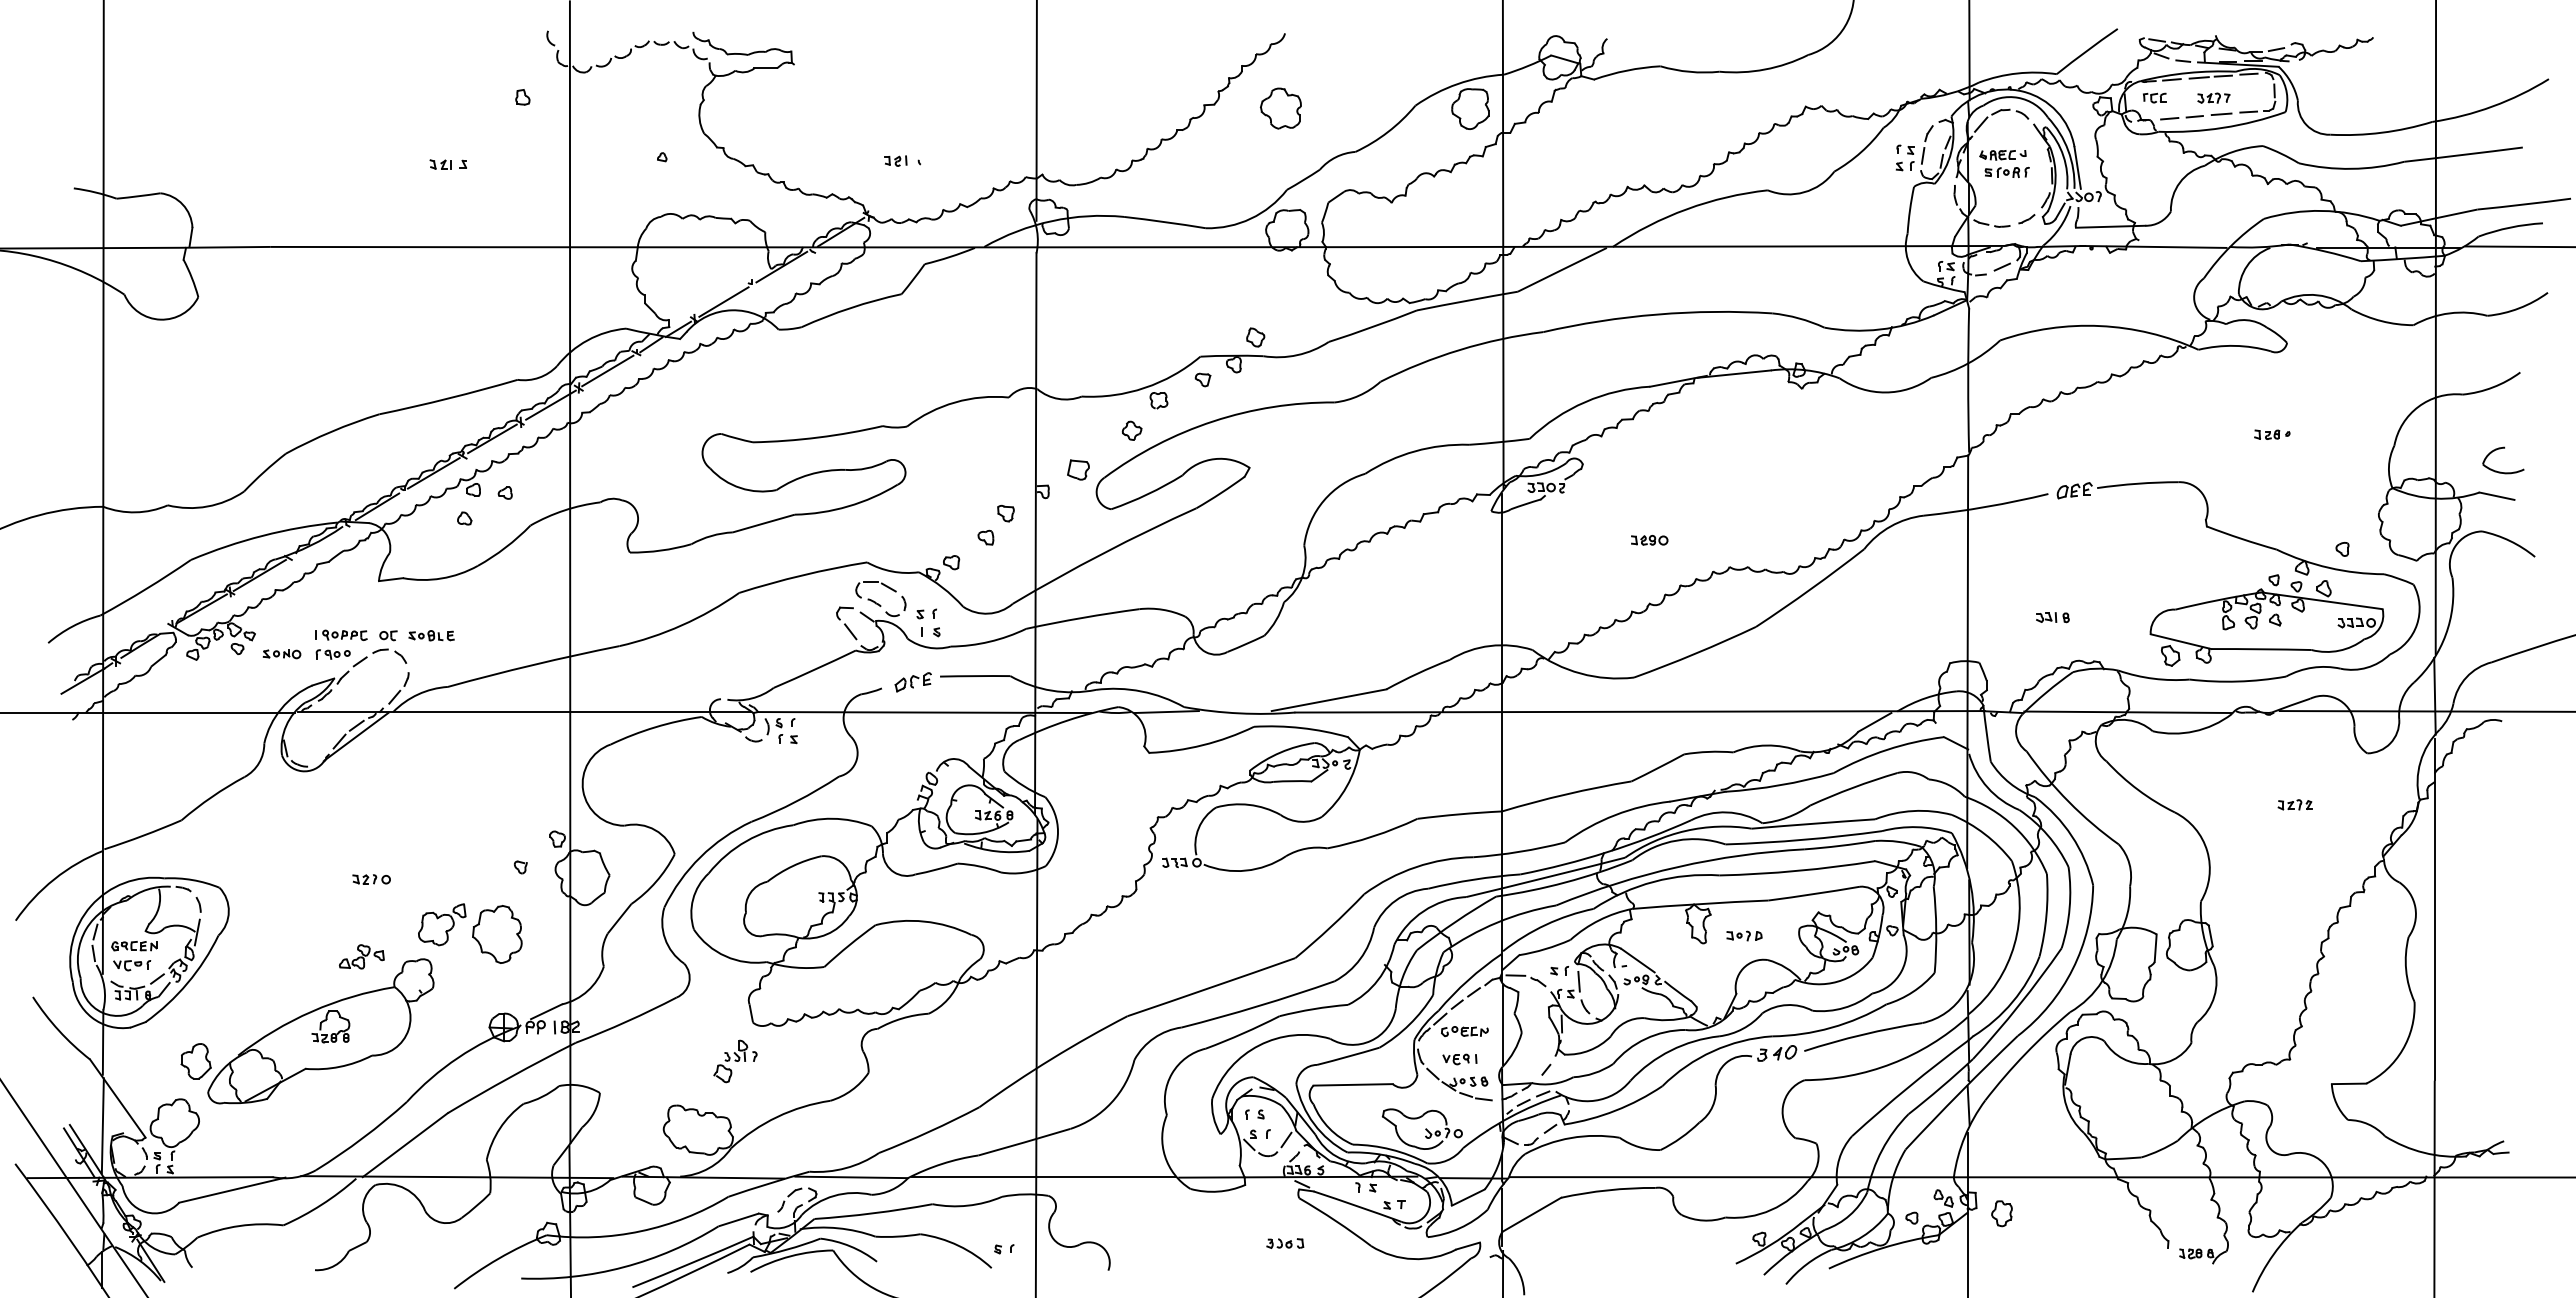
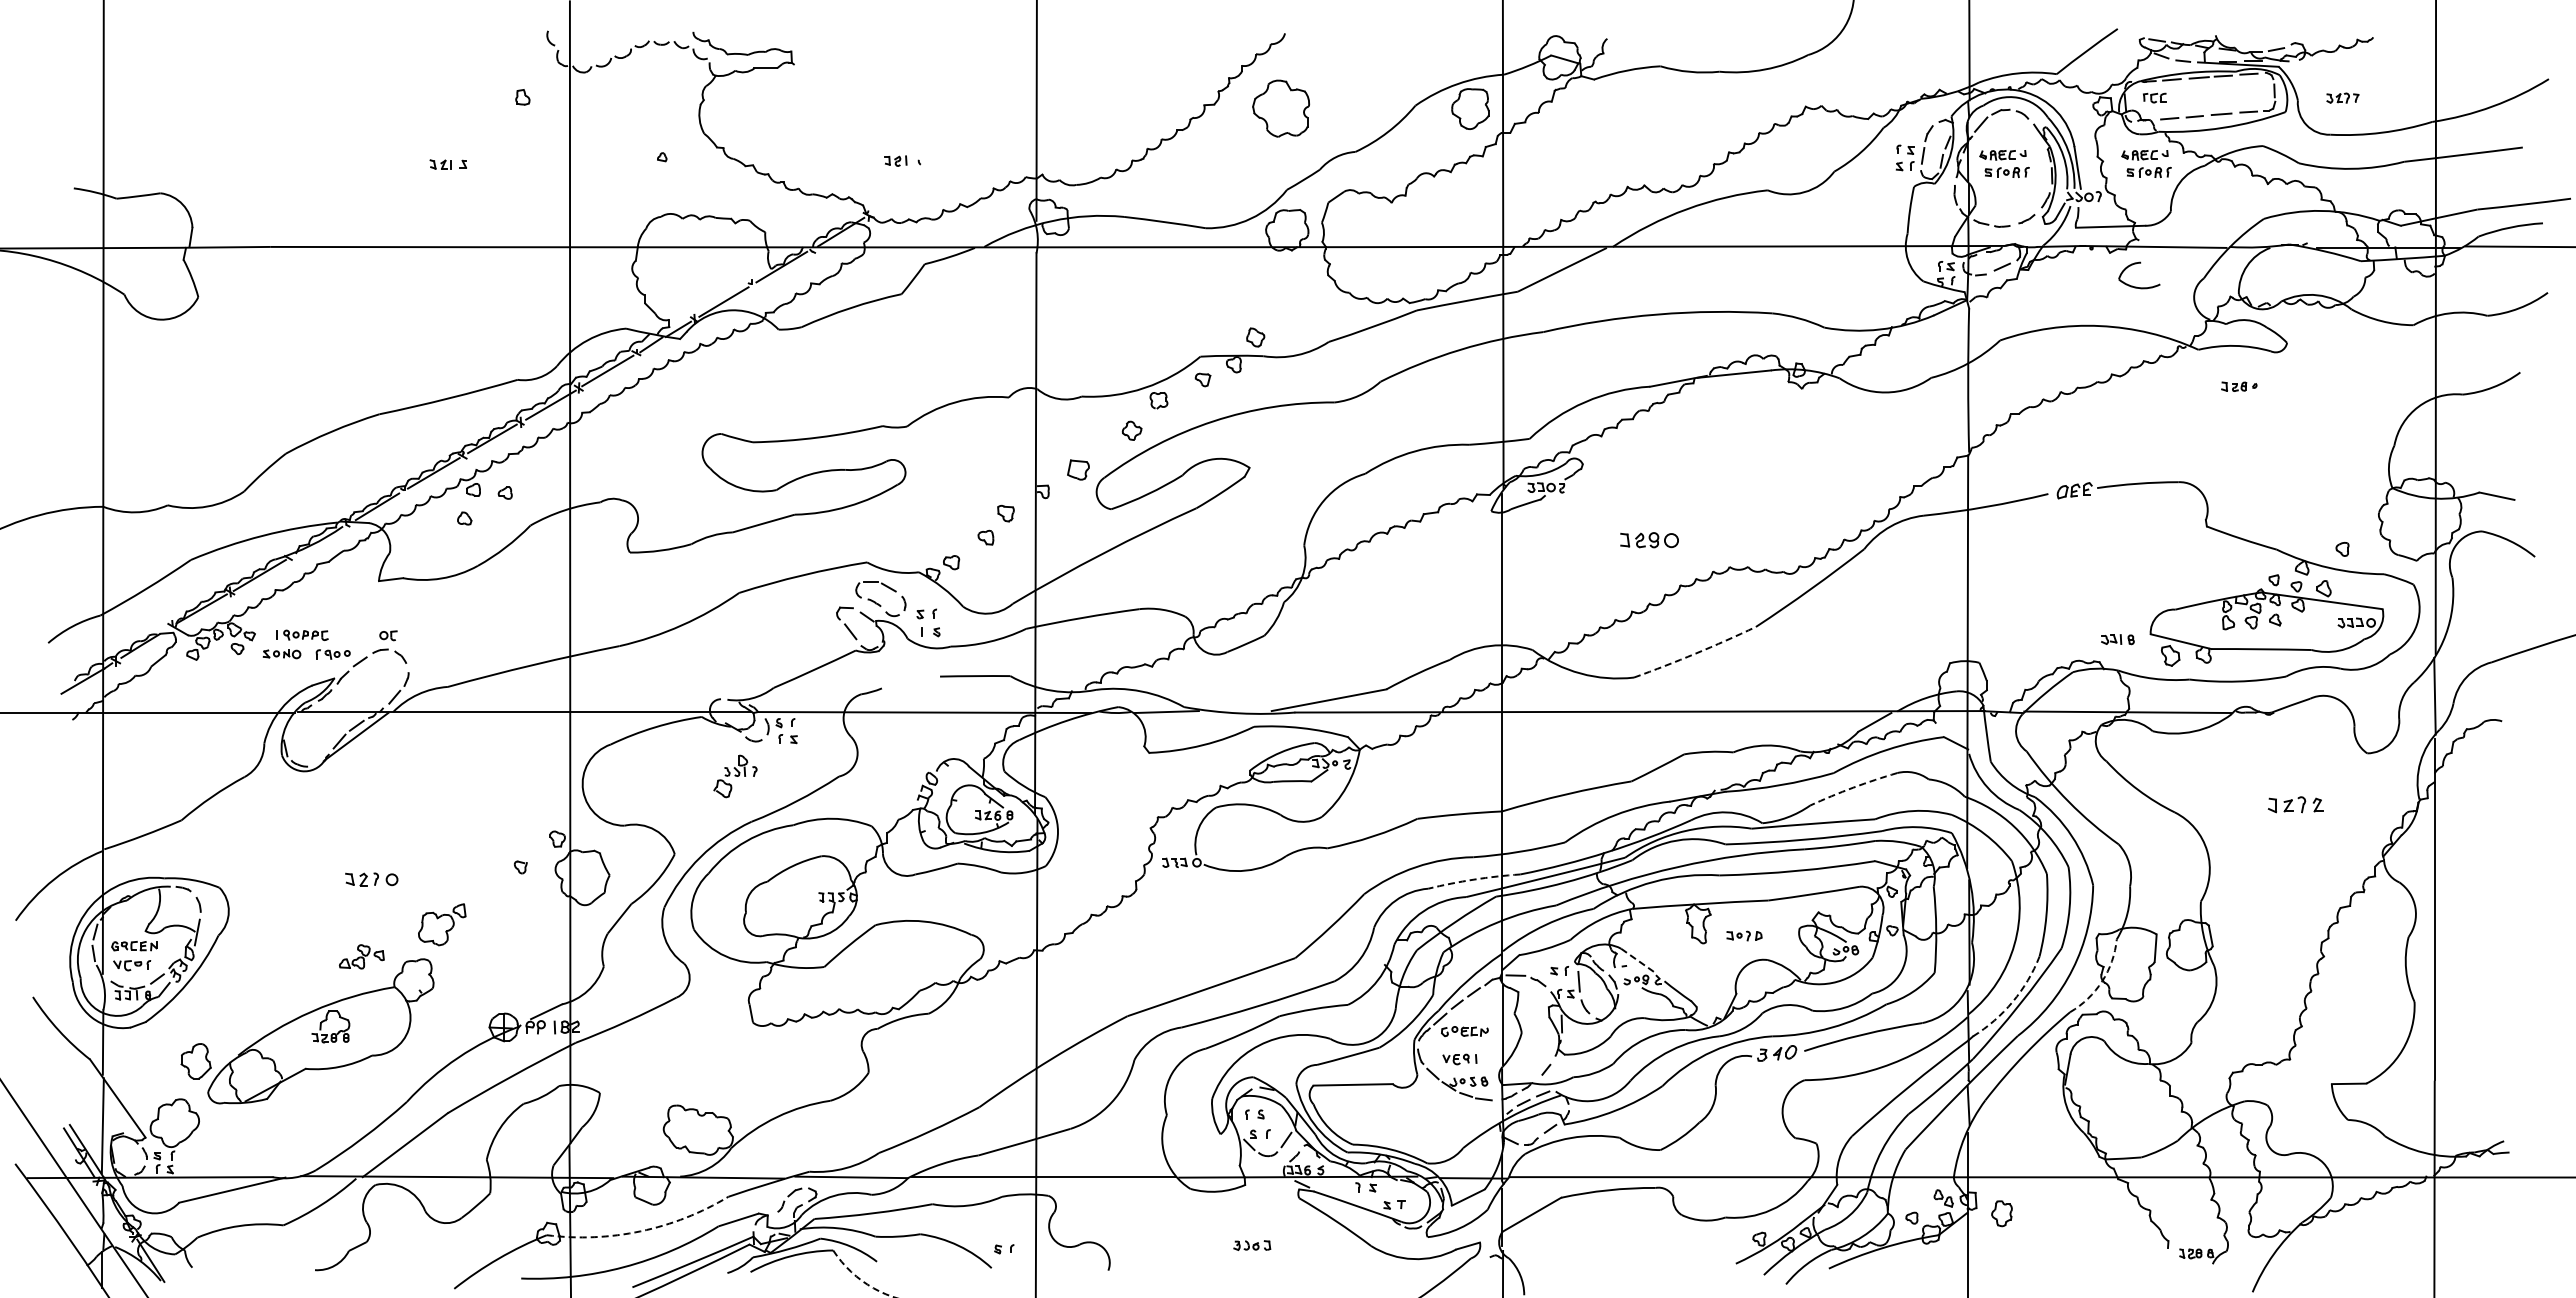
part at (2213, 97) position: (2213, 97) -> (2342, 97)
part at (1280, 108) size: 43x43 px -> 59x59 px
part at (2146, 163): none -> present
part at (2272, 434) position: (2272, 434) -> (2239, 386)
part at (2500, 449) position: (2500, 449) -> (2136, 264)
part at (1649, 540) size: 38x11 px -> 59x17 px
part at (2052, 617) position: (2052, 617) -> (2117, 639)
part at (341, 634) position: (341, 634) -> (302, 634)
part at (431, 635): present -> none
arc at (1695, 653): solid -> dashed
part at (912, 682): present -> none
line at (2425, 711): present -> none
arc at (1853, 787): solid -> dashed
part at (2294, 804) size: 36x12 px -> 56x18 px
part at (371, 879) size: 39x11 px -> 54x15 px
arc at (1473, 879): solid -> dashed
part at (497, 934): present -> none
line at (1638, 960): solid -> dashed
arc at (2102, 981): solid -> dashed
arc at (2012, 1001): solid -> dashed
part at (735, 1061) position: (735, 1061) -> (735, 776)
part at (1421, 1128): present -> none
arc at (640, 1231): solid -> dashed
part at (1285, 1243) position: (1285, 1243) -> (1252, 1245)
arc at (861, 1280): solid -> dashed
